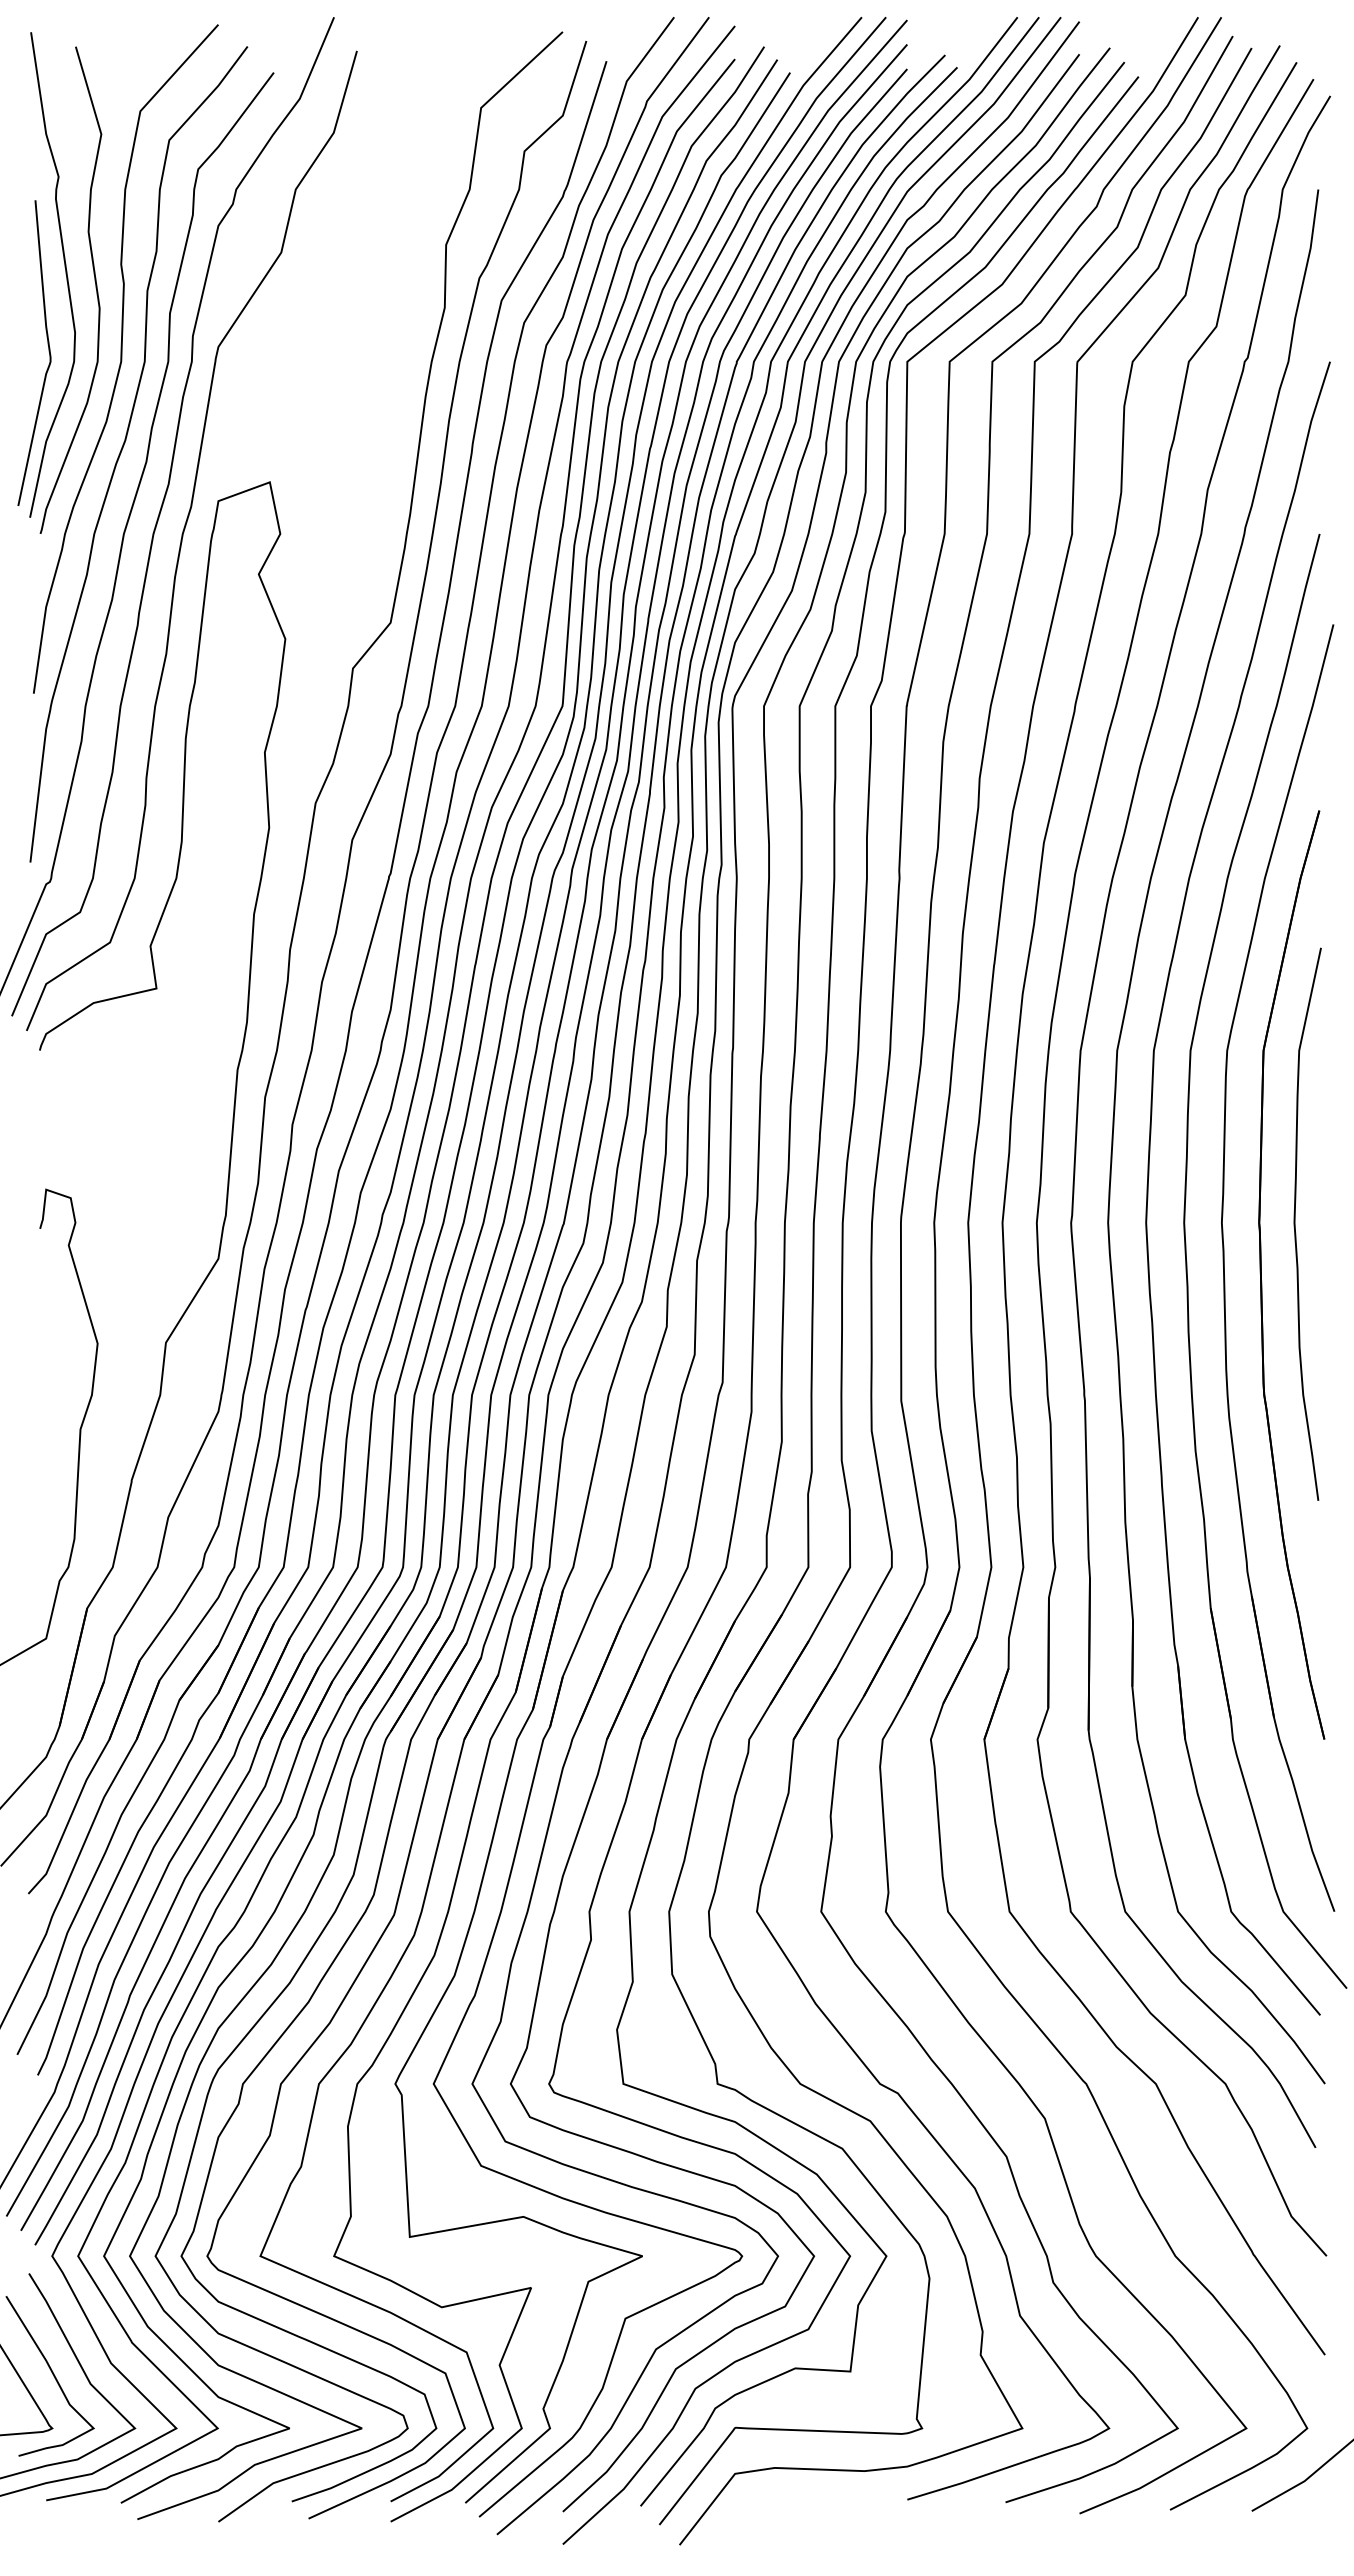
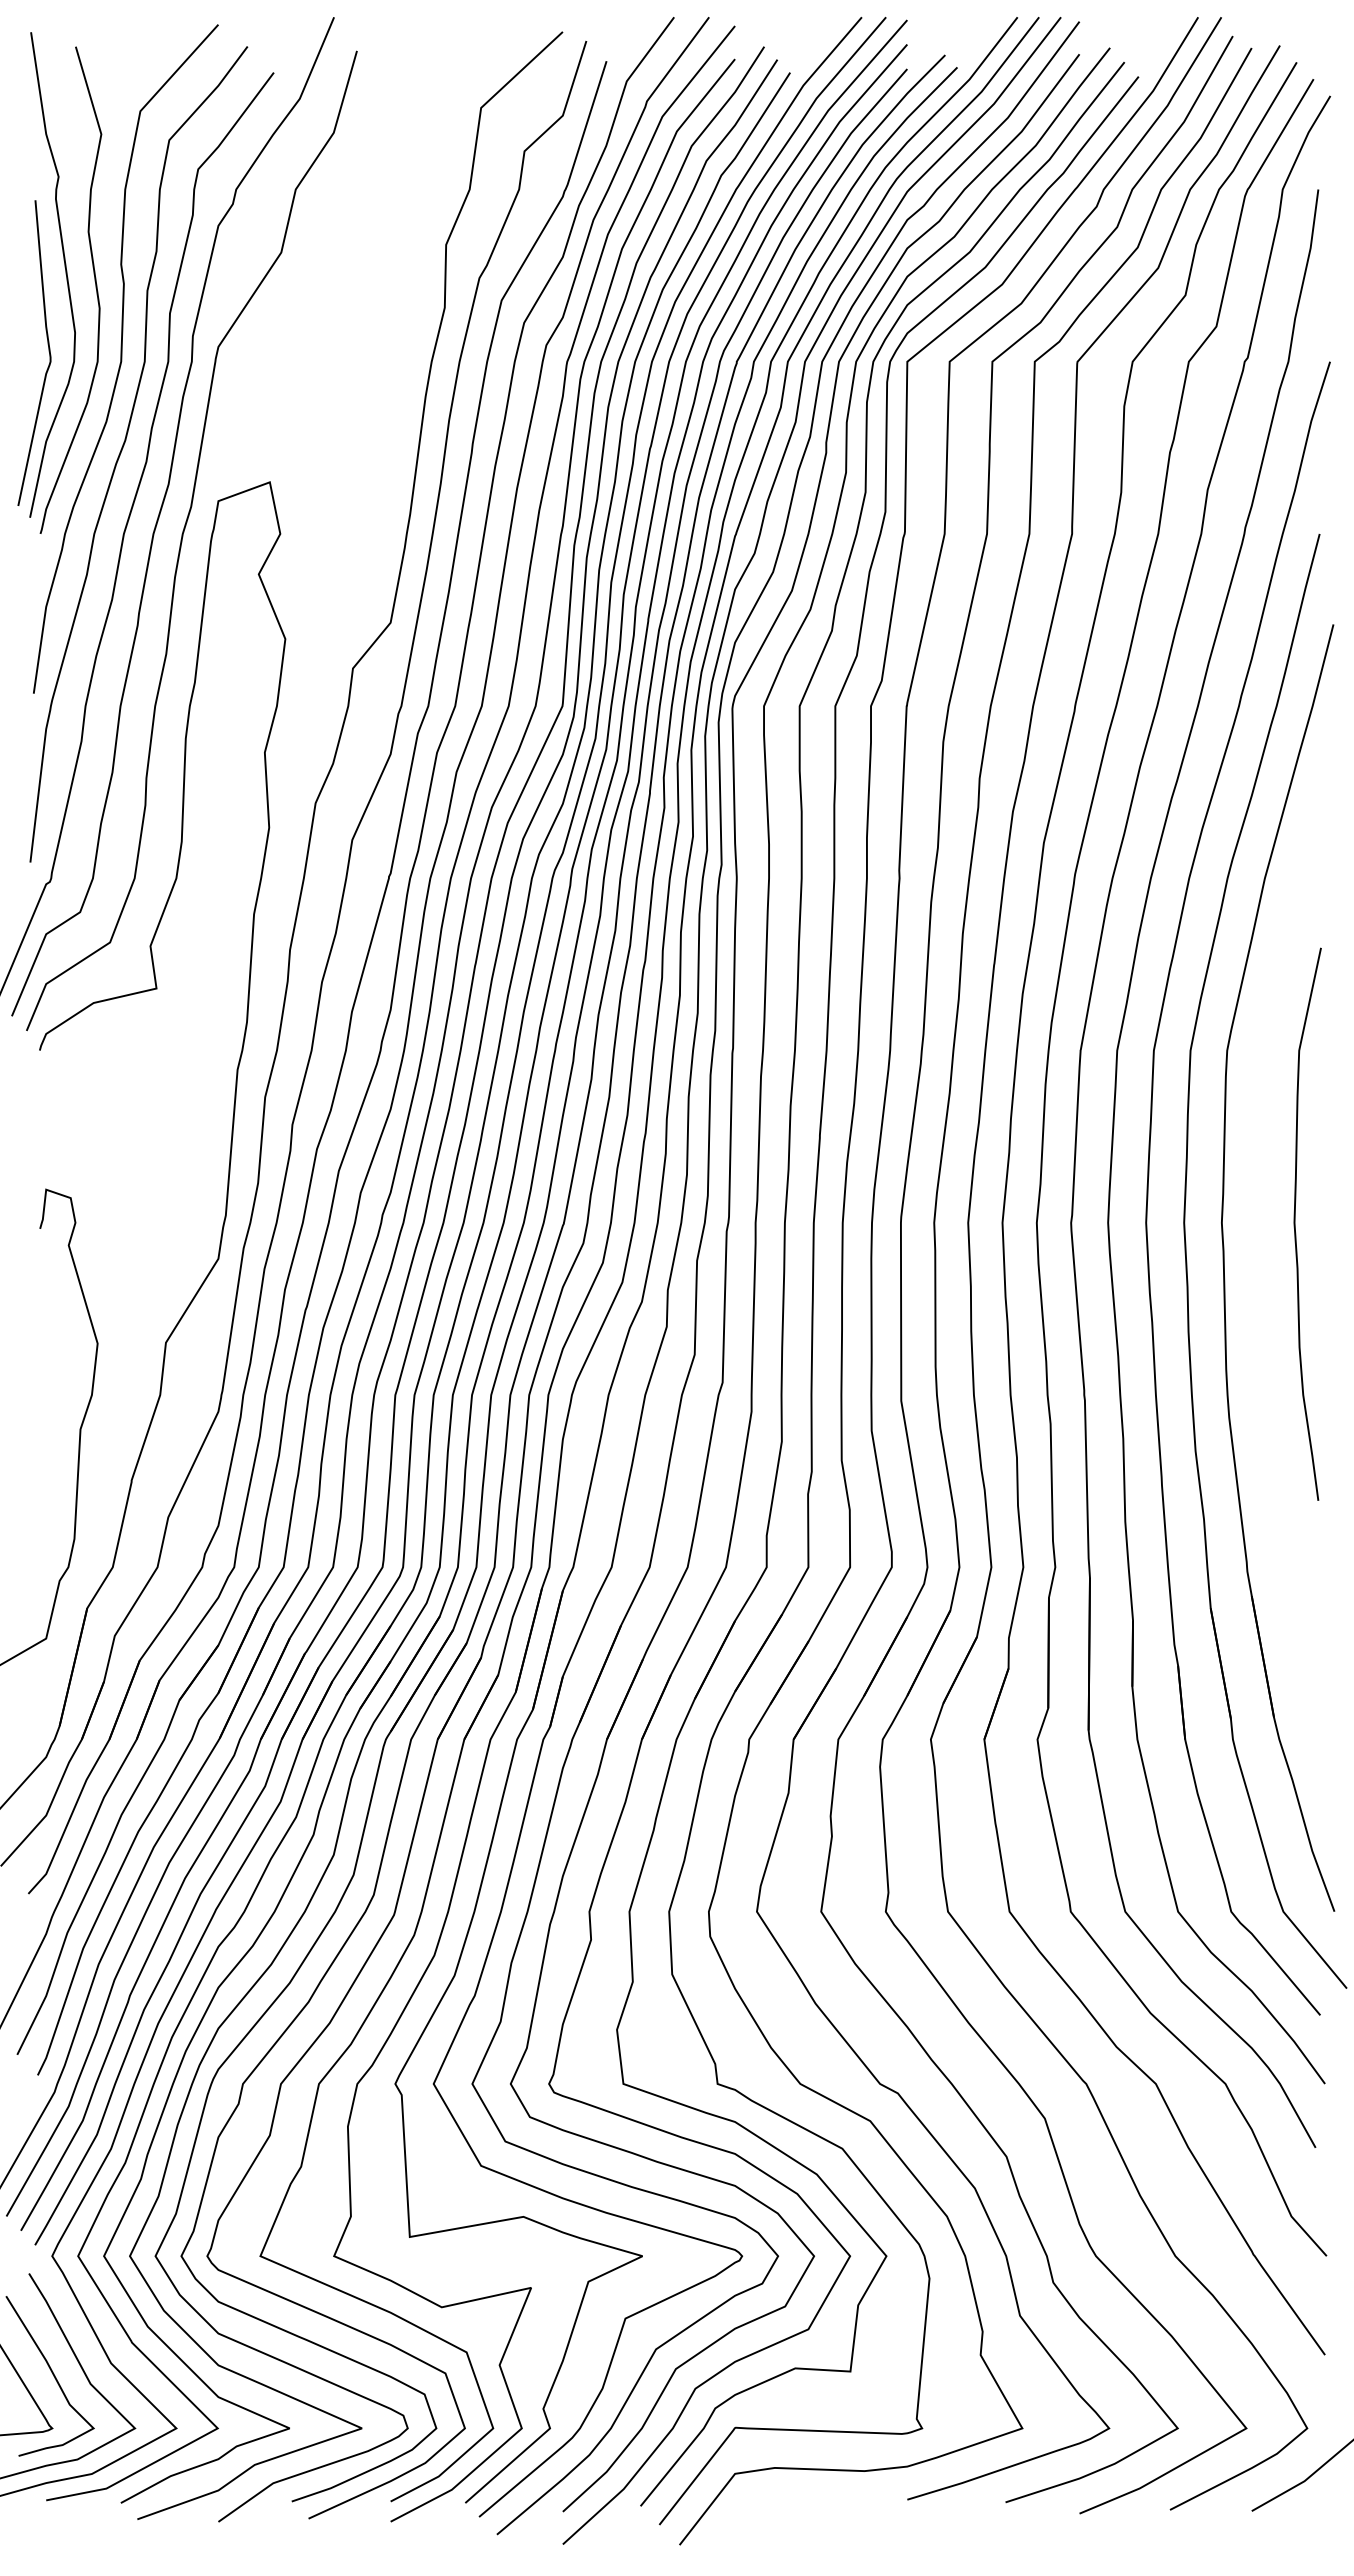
part at (1261, 1274): present -> none
